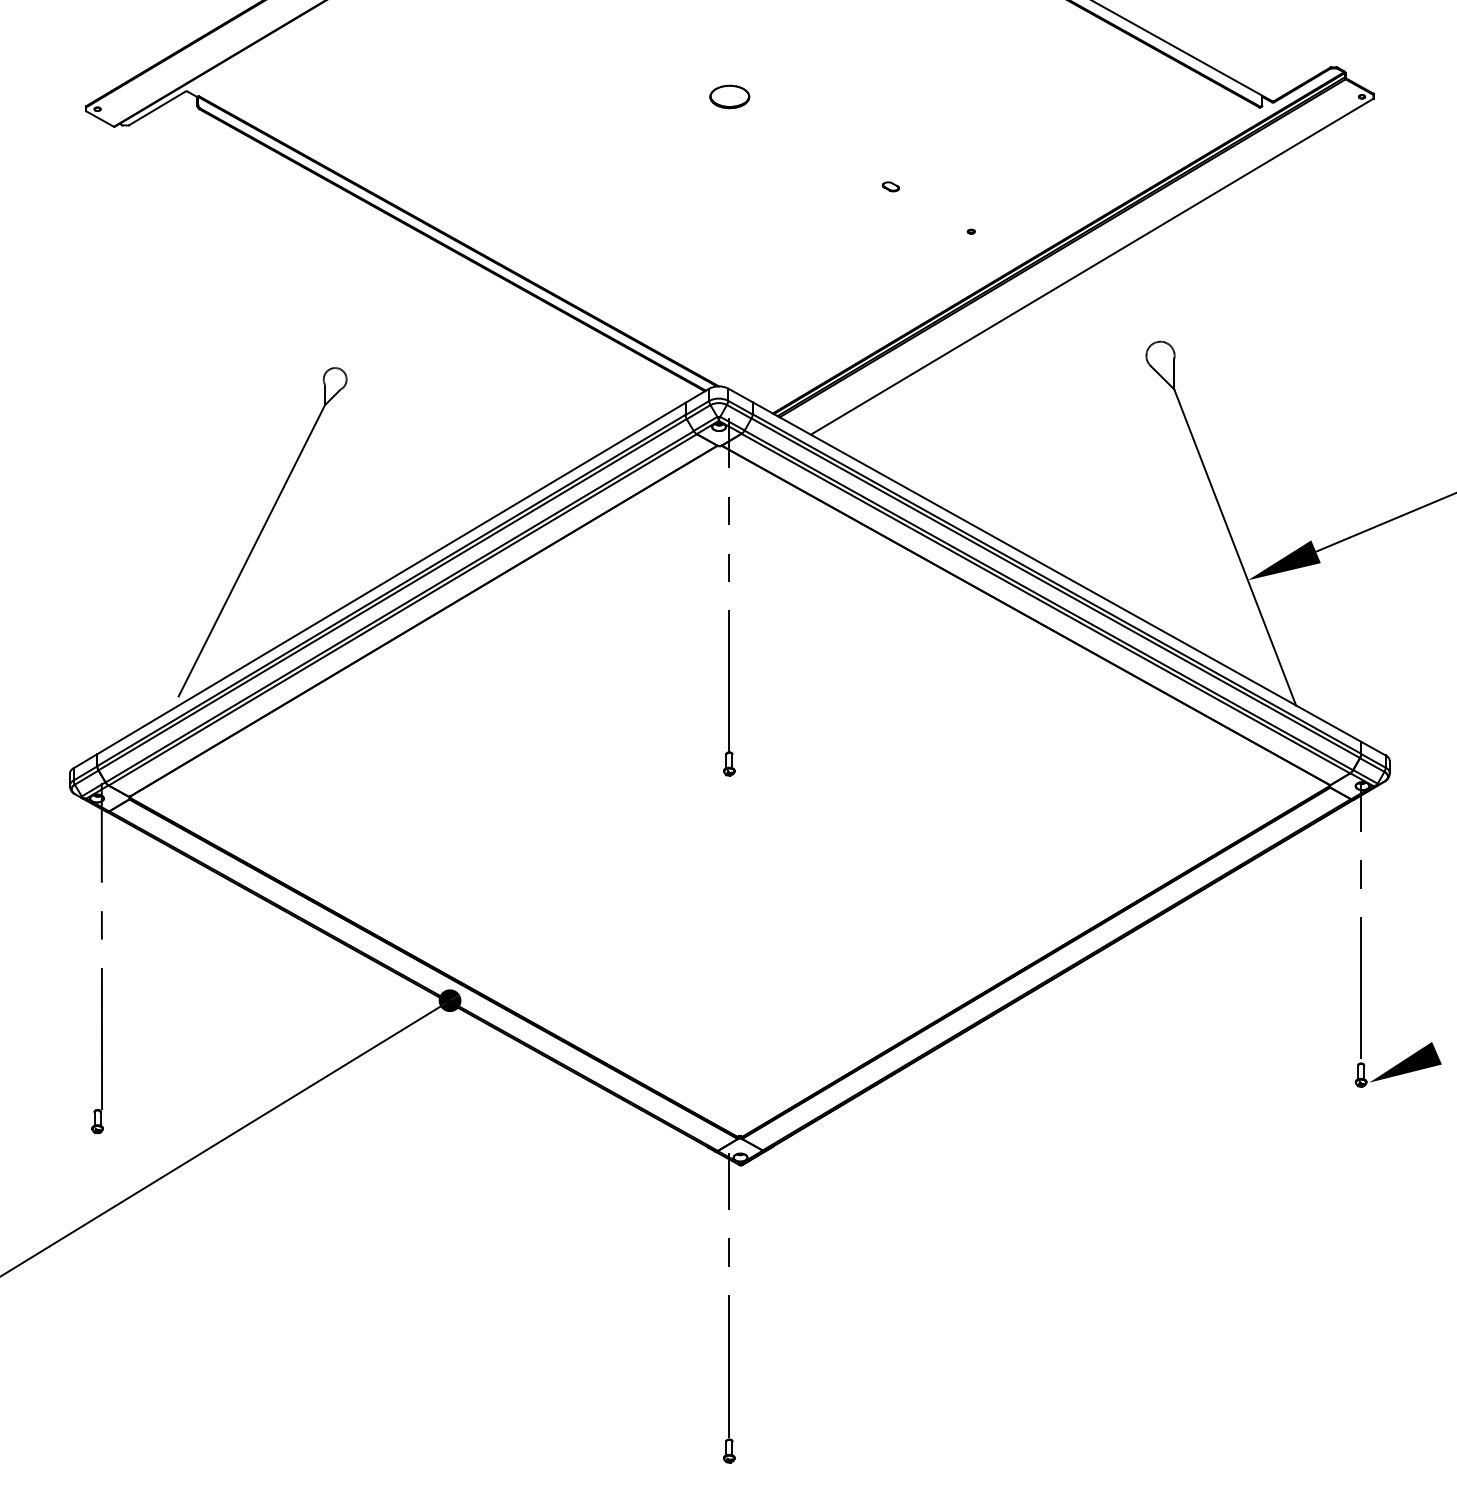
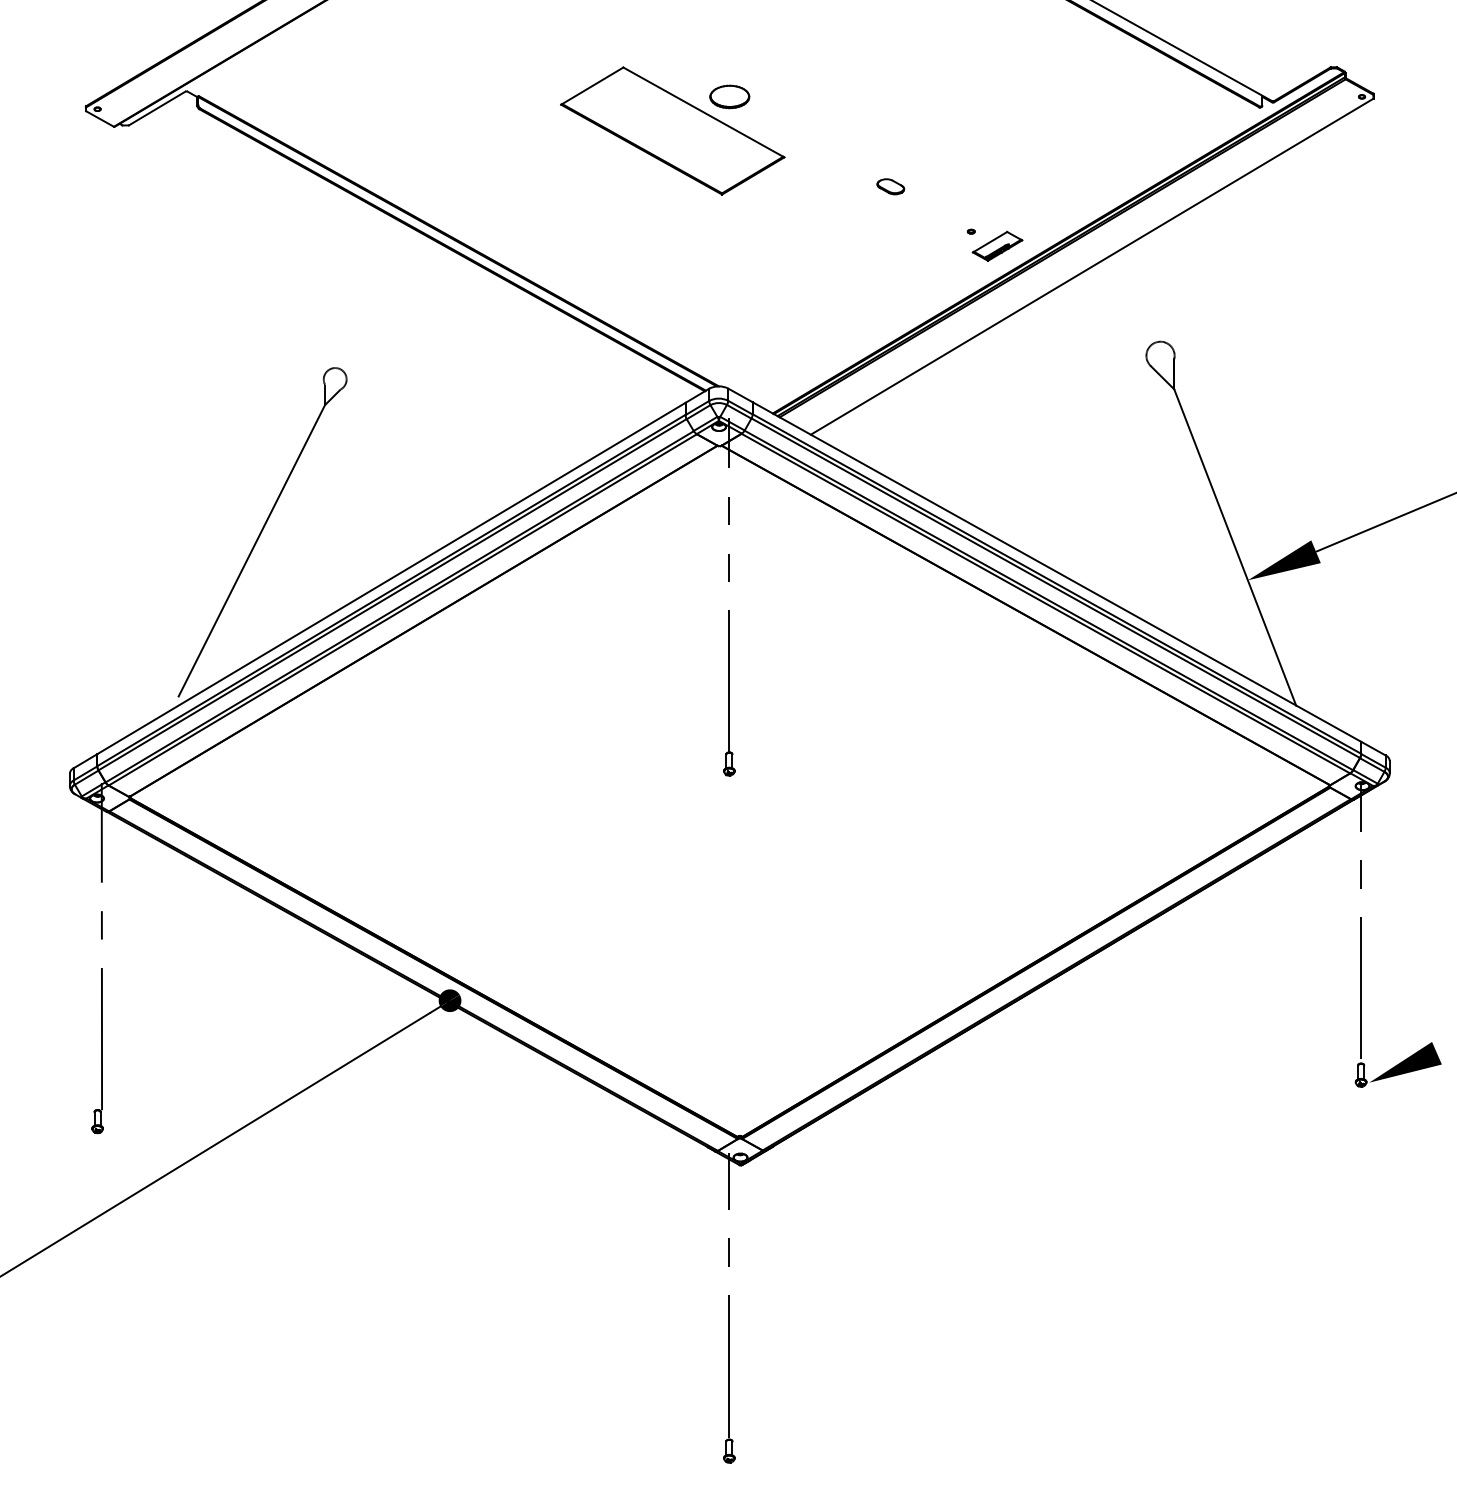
part at (672, 130): none -> present
part at (890, 186) size: 19x12 px -> 30x18 px
part at (997, 245): none -> present
